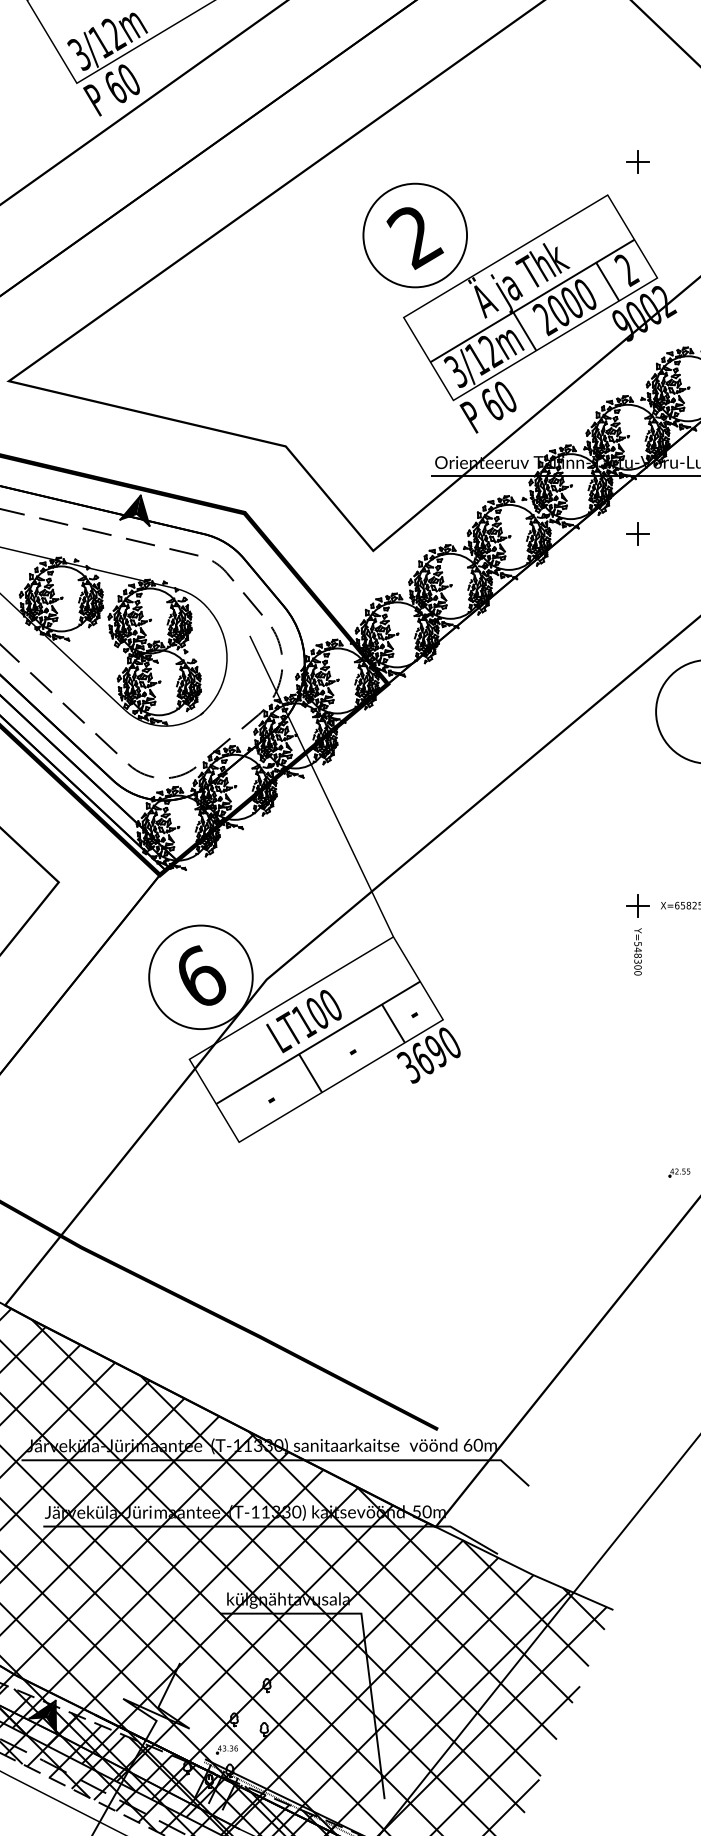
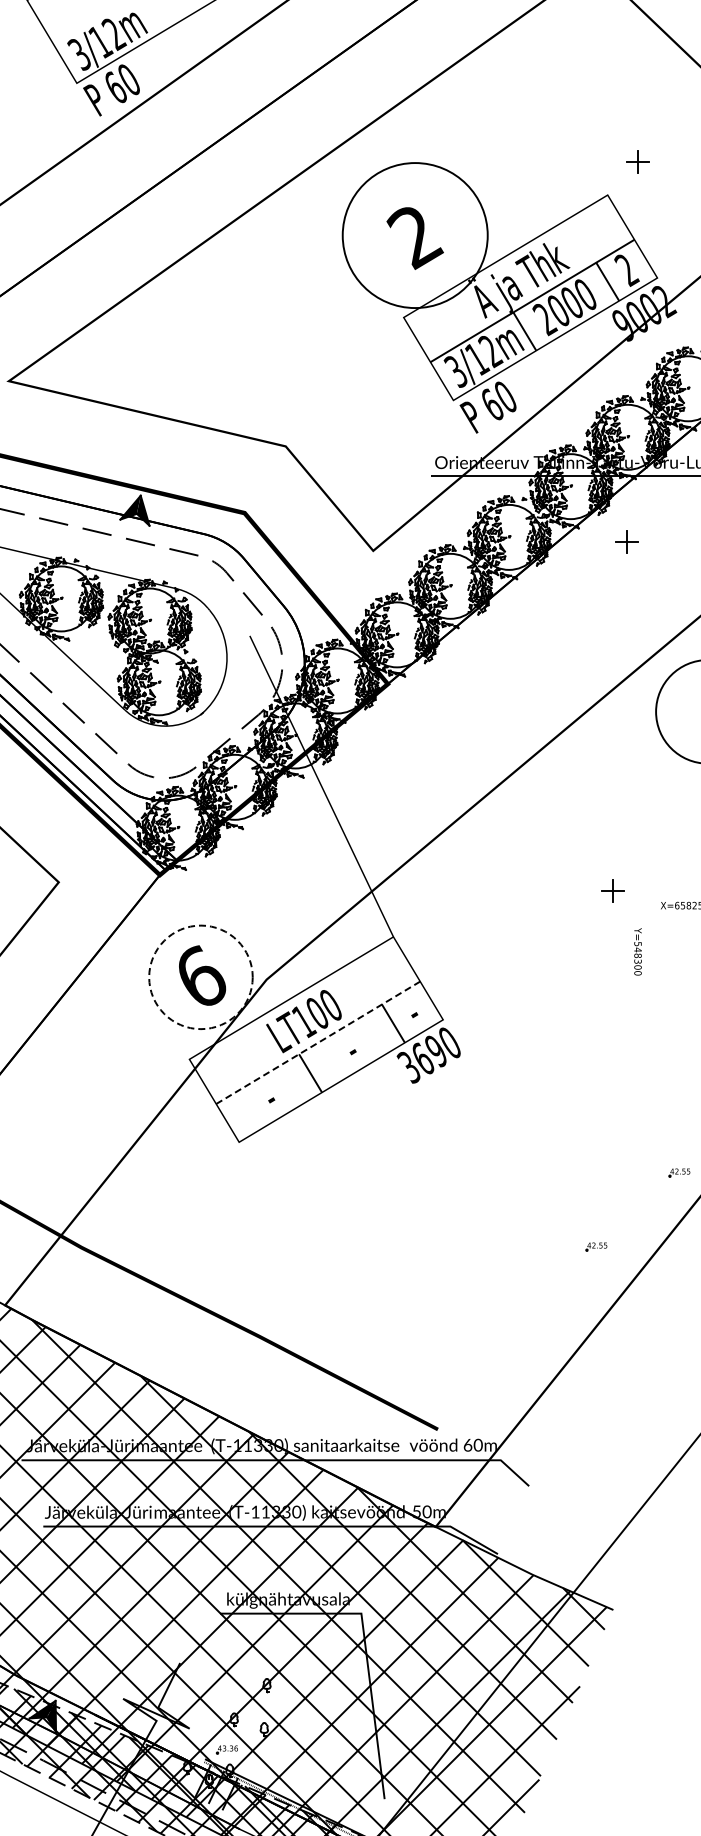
circle at (415, 235) diameter: 104 px -> 145 px
part at (637, 533) position: (637, 533) -> (626, 541)
part at (637, 905) position: (637, 905) -> (612, 890)
circle at (200, 977): solid -> dashed
line at (318, 1042): solid -> dashed
part at (596, 1246): none -> present
